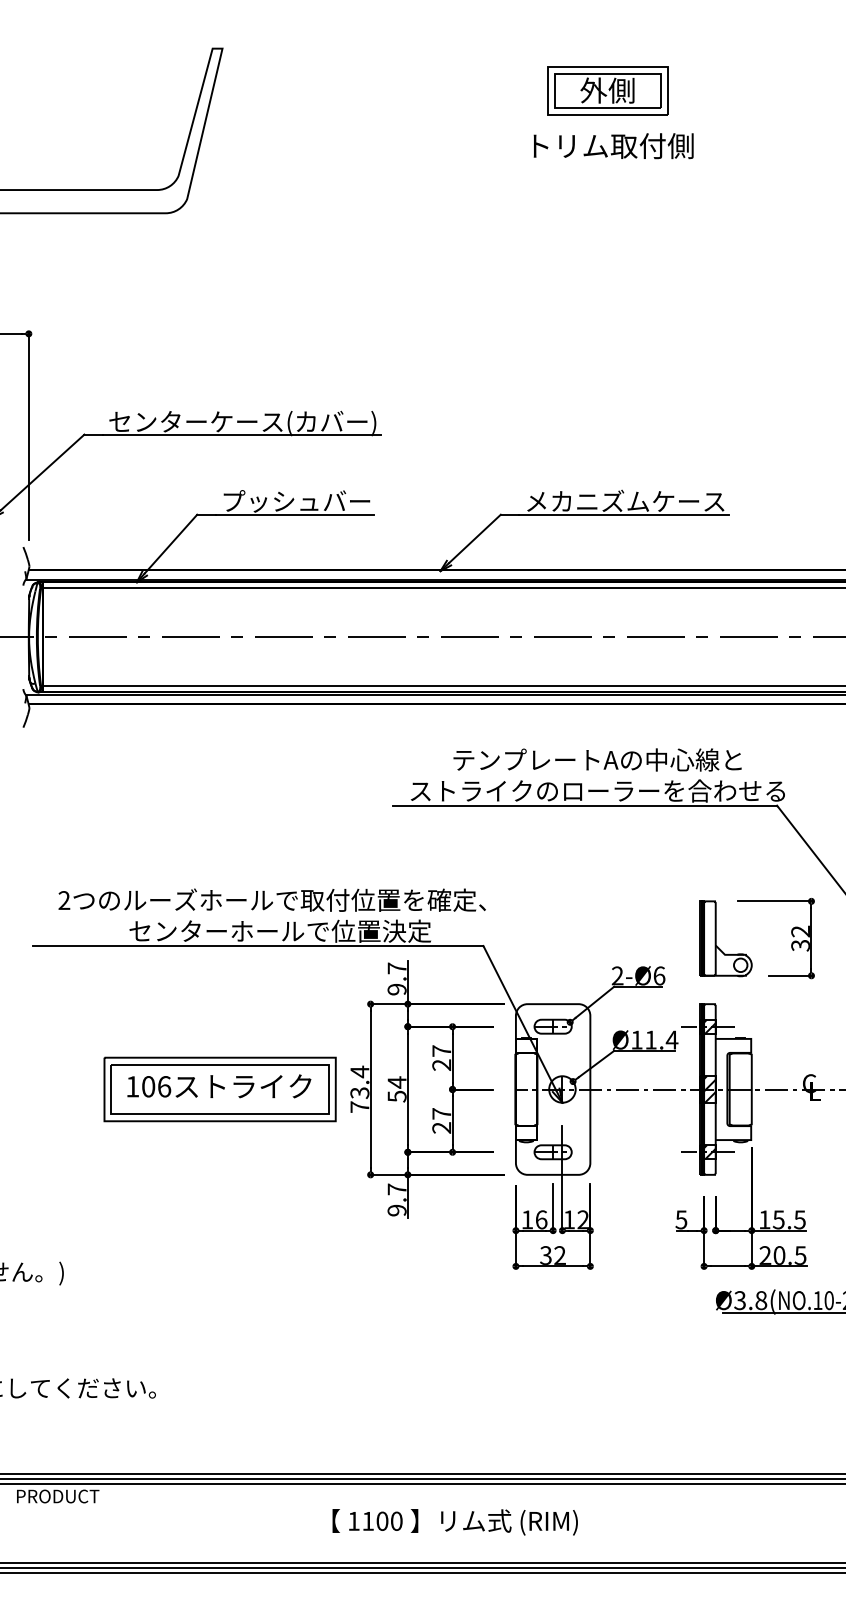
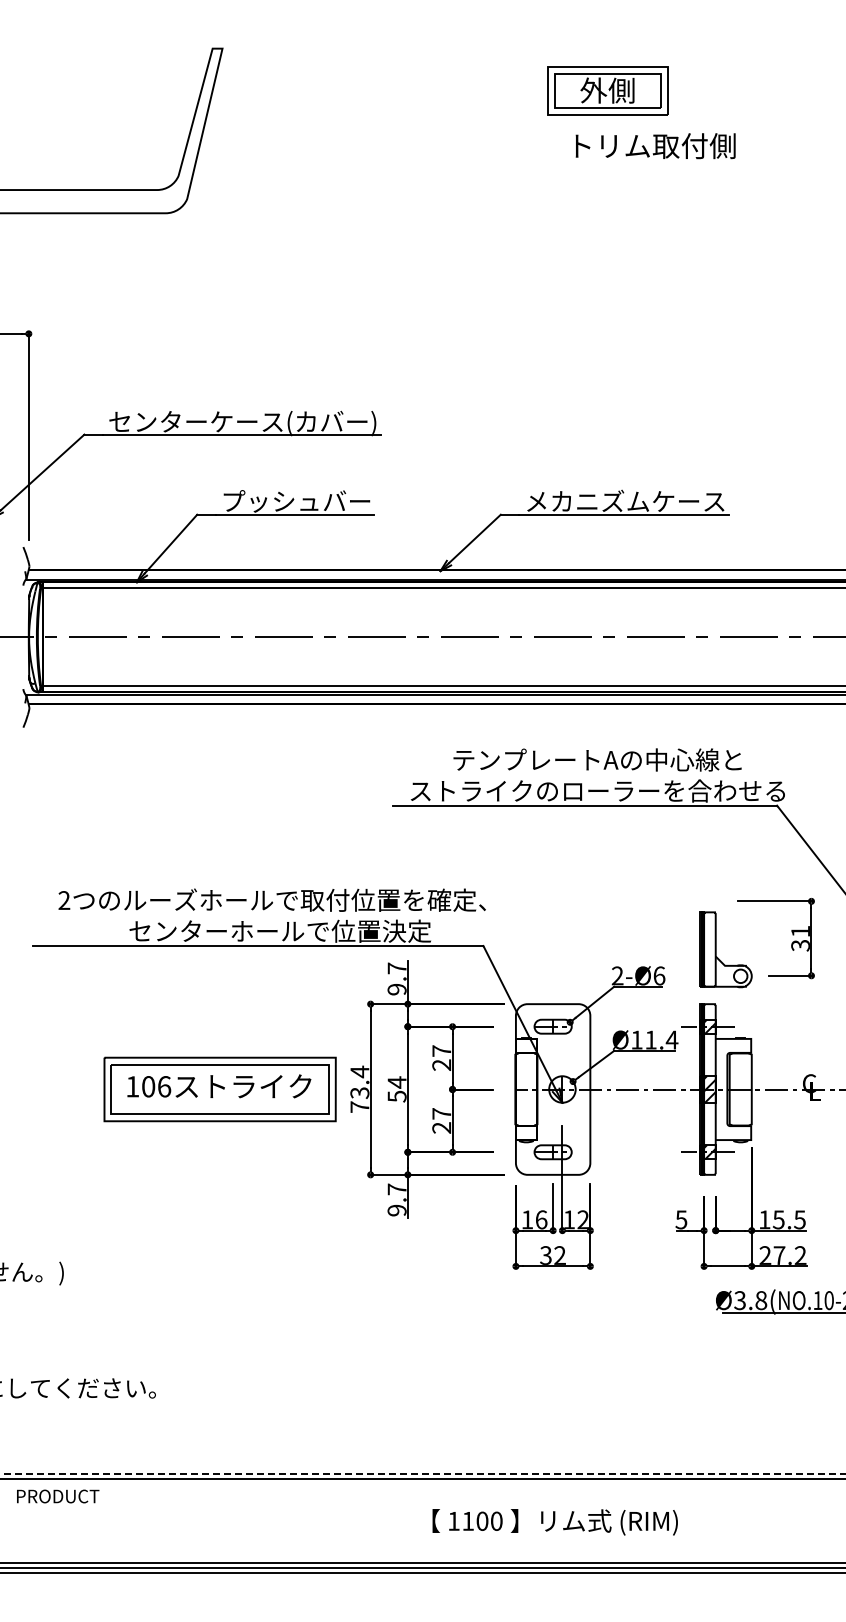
text at (613, 146) position: (613, 146) -> (655, 146)
text at (800, 931): 32 -> 31
part at (716, 938) position: (716, 938) -> (716, 949)
text at (789, 1255): 20.5 -> 27.2
line at (423, 1474): solid -> dashed
line at (422, 1484): present -> none
text at (454, 1522) position: (454, 1522) -> (554, 1522)
